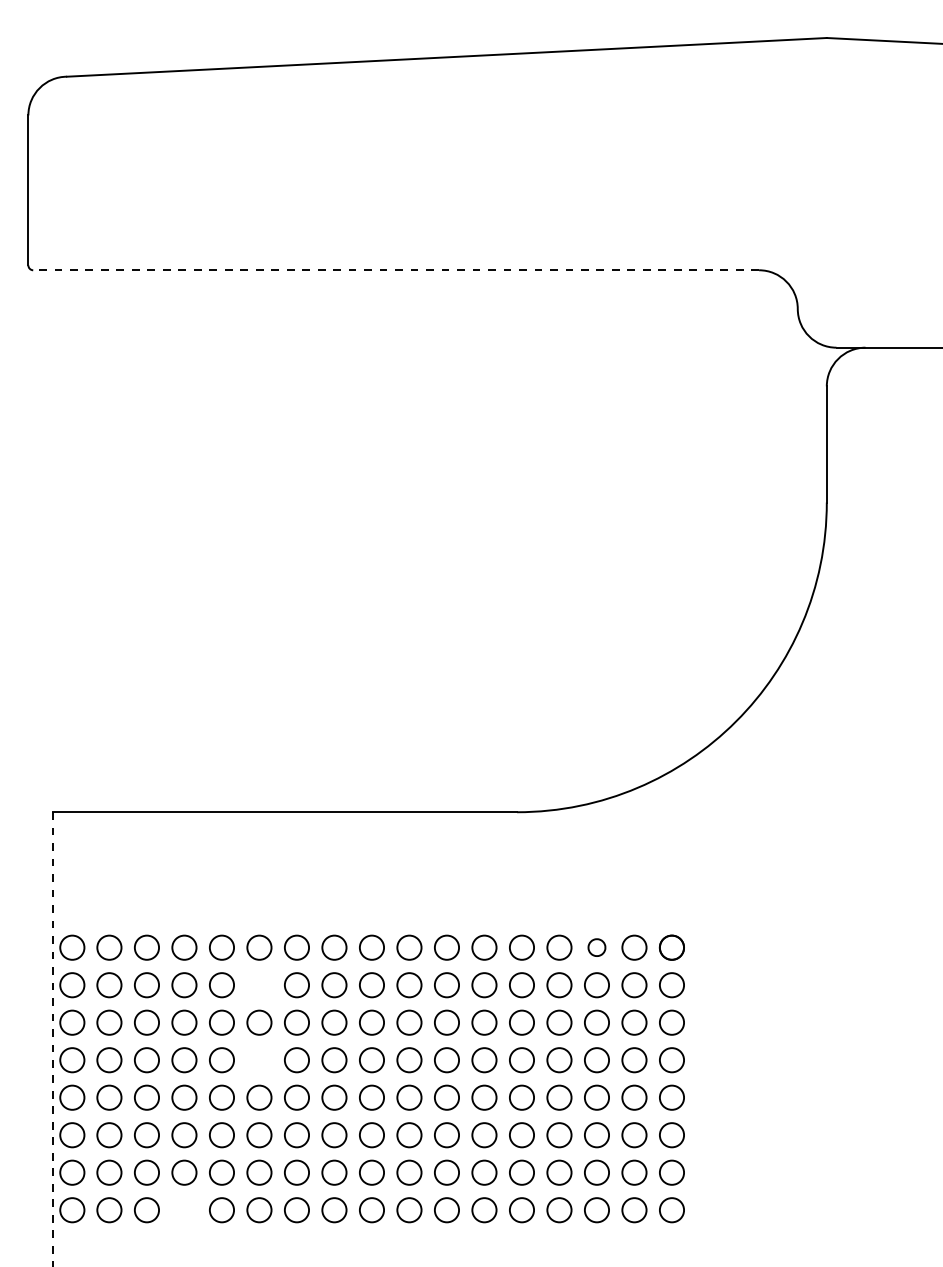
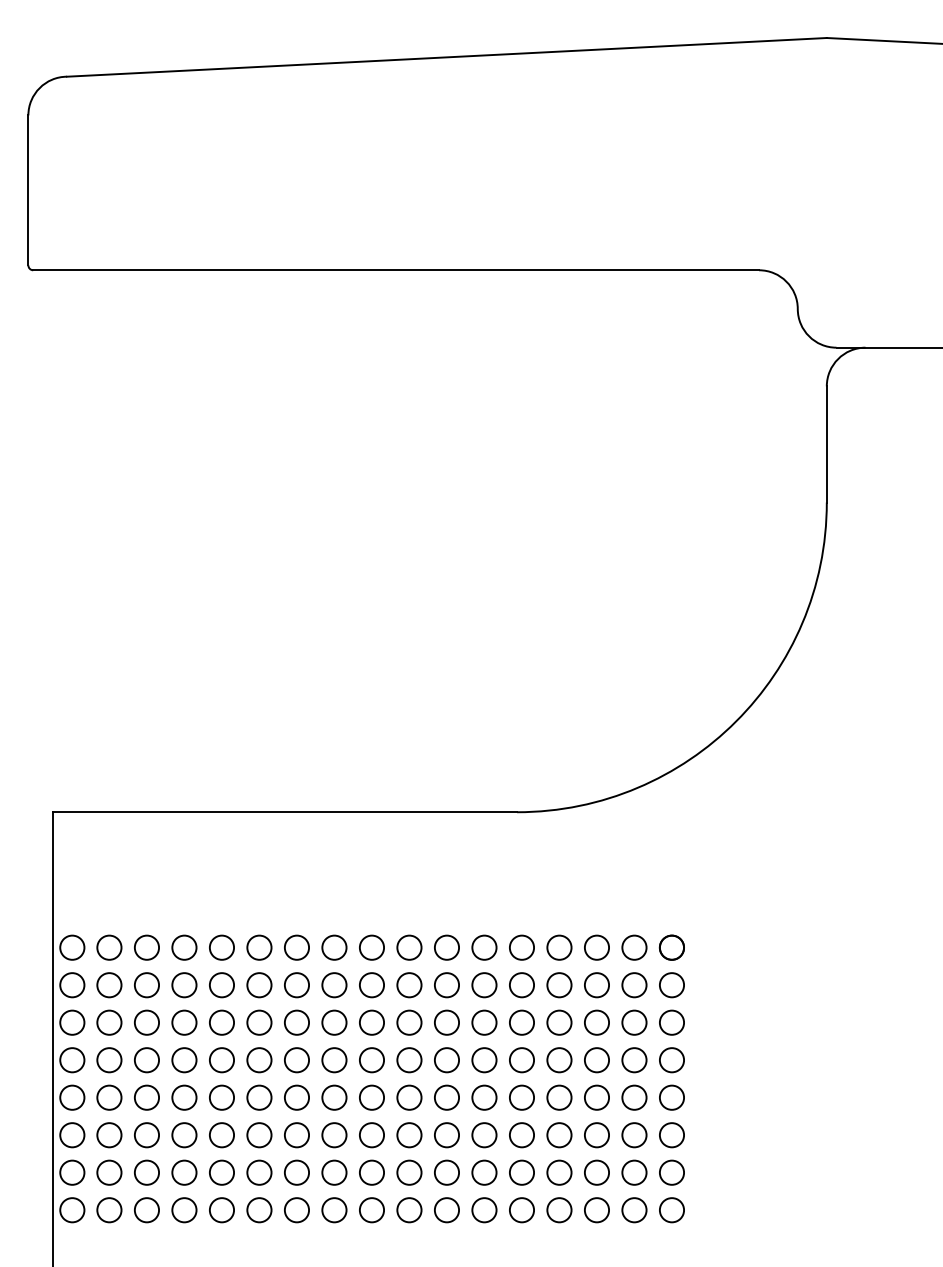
line at (396, 270): dashed -> solid
part at (596, 947) size: 20x19 px -> 26x27 px
part at (259, 985): none -> present
line at (52, 1039): dashed -> solid
part at (259, 1060): none -> present
part at (184, 1210): none -> present
